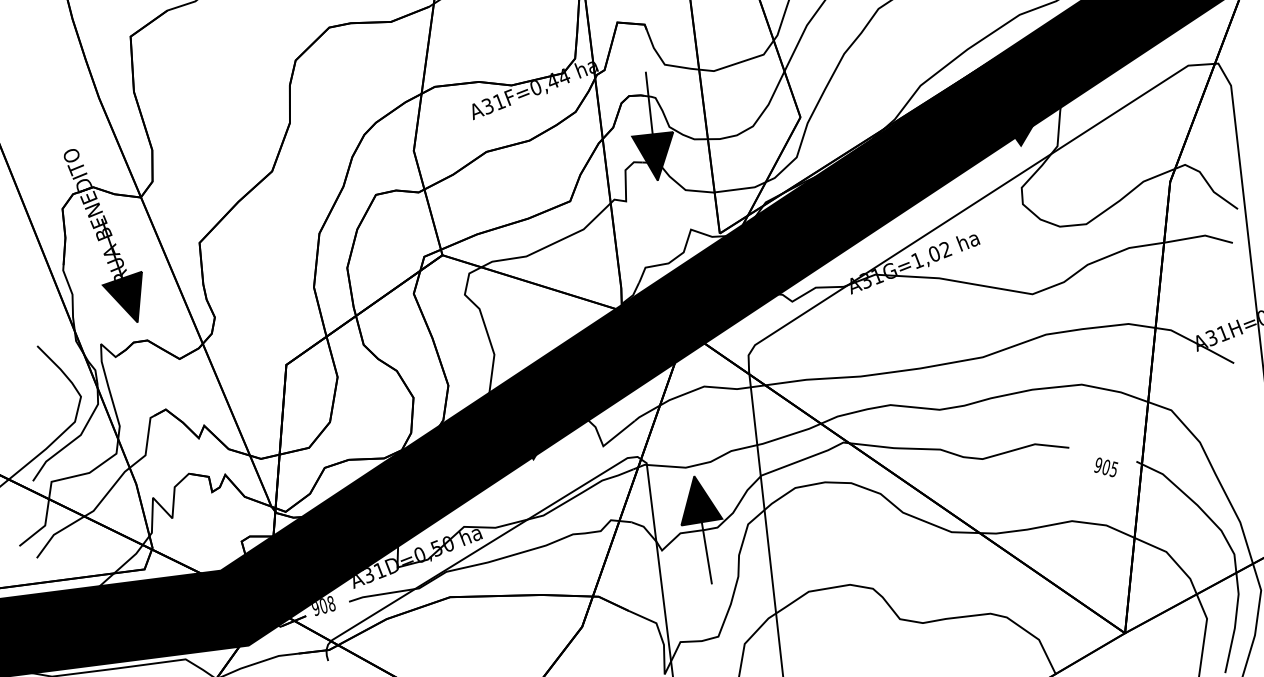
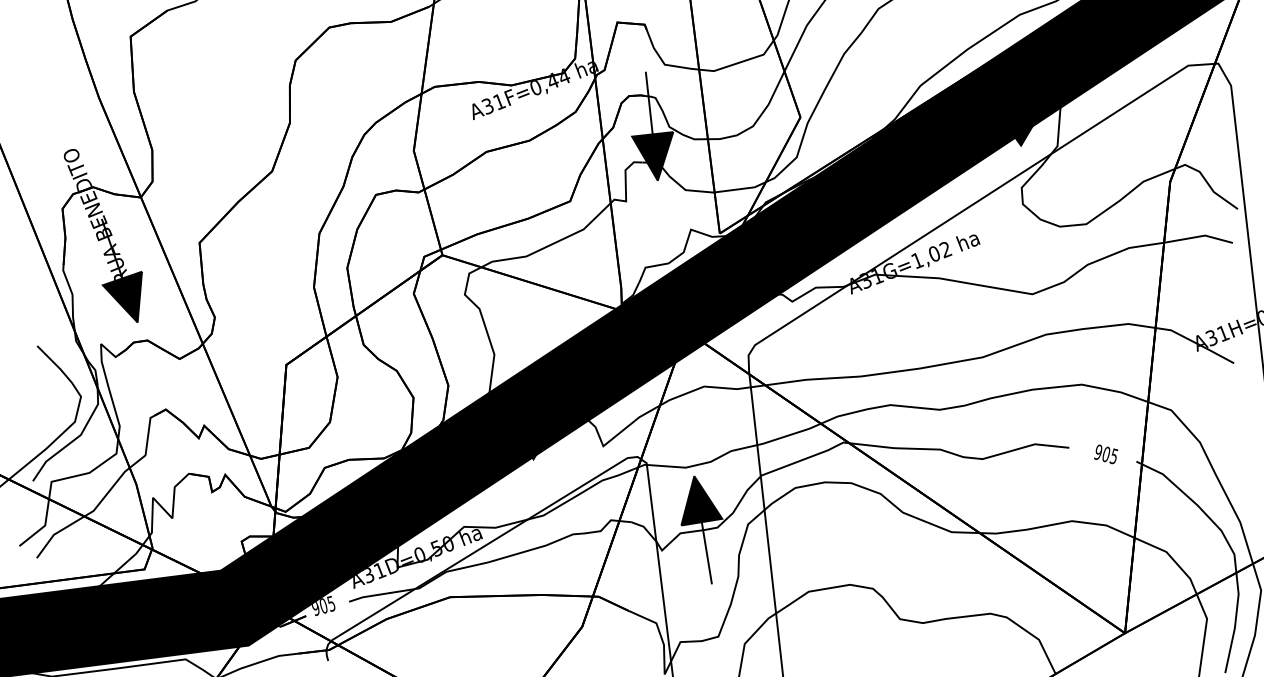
text at (1106, 467) position: (1106, 467) -> (1106, 454)
text at (331, 603): 908 -> 905
